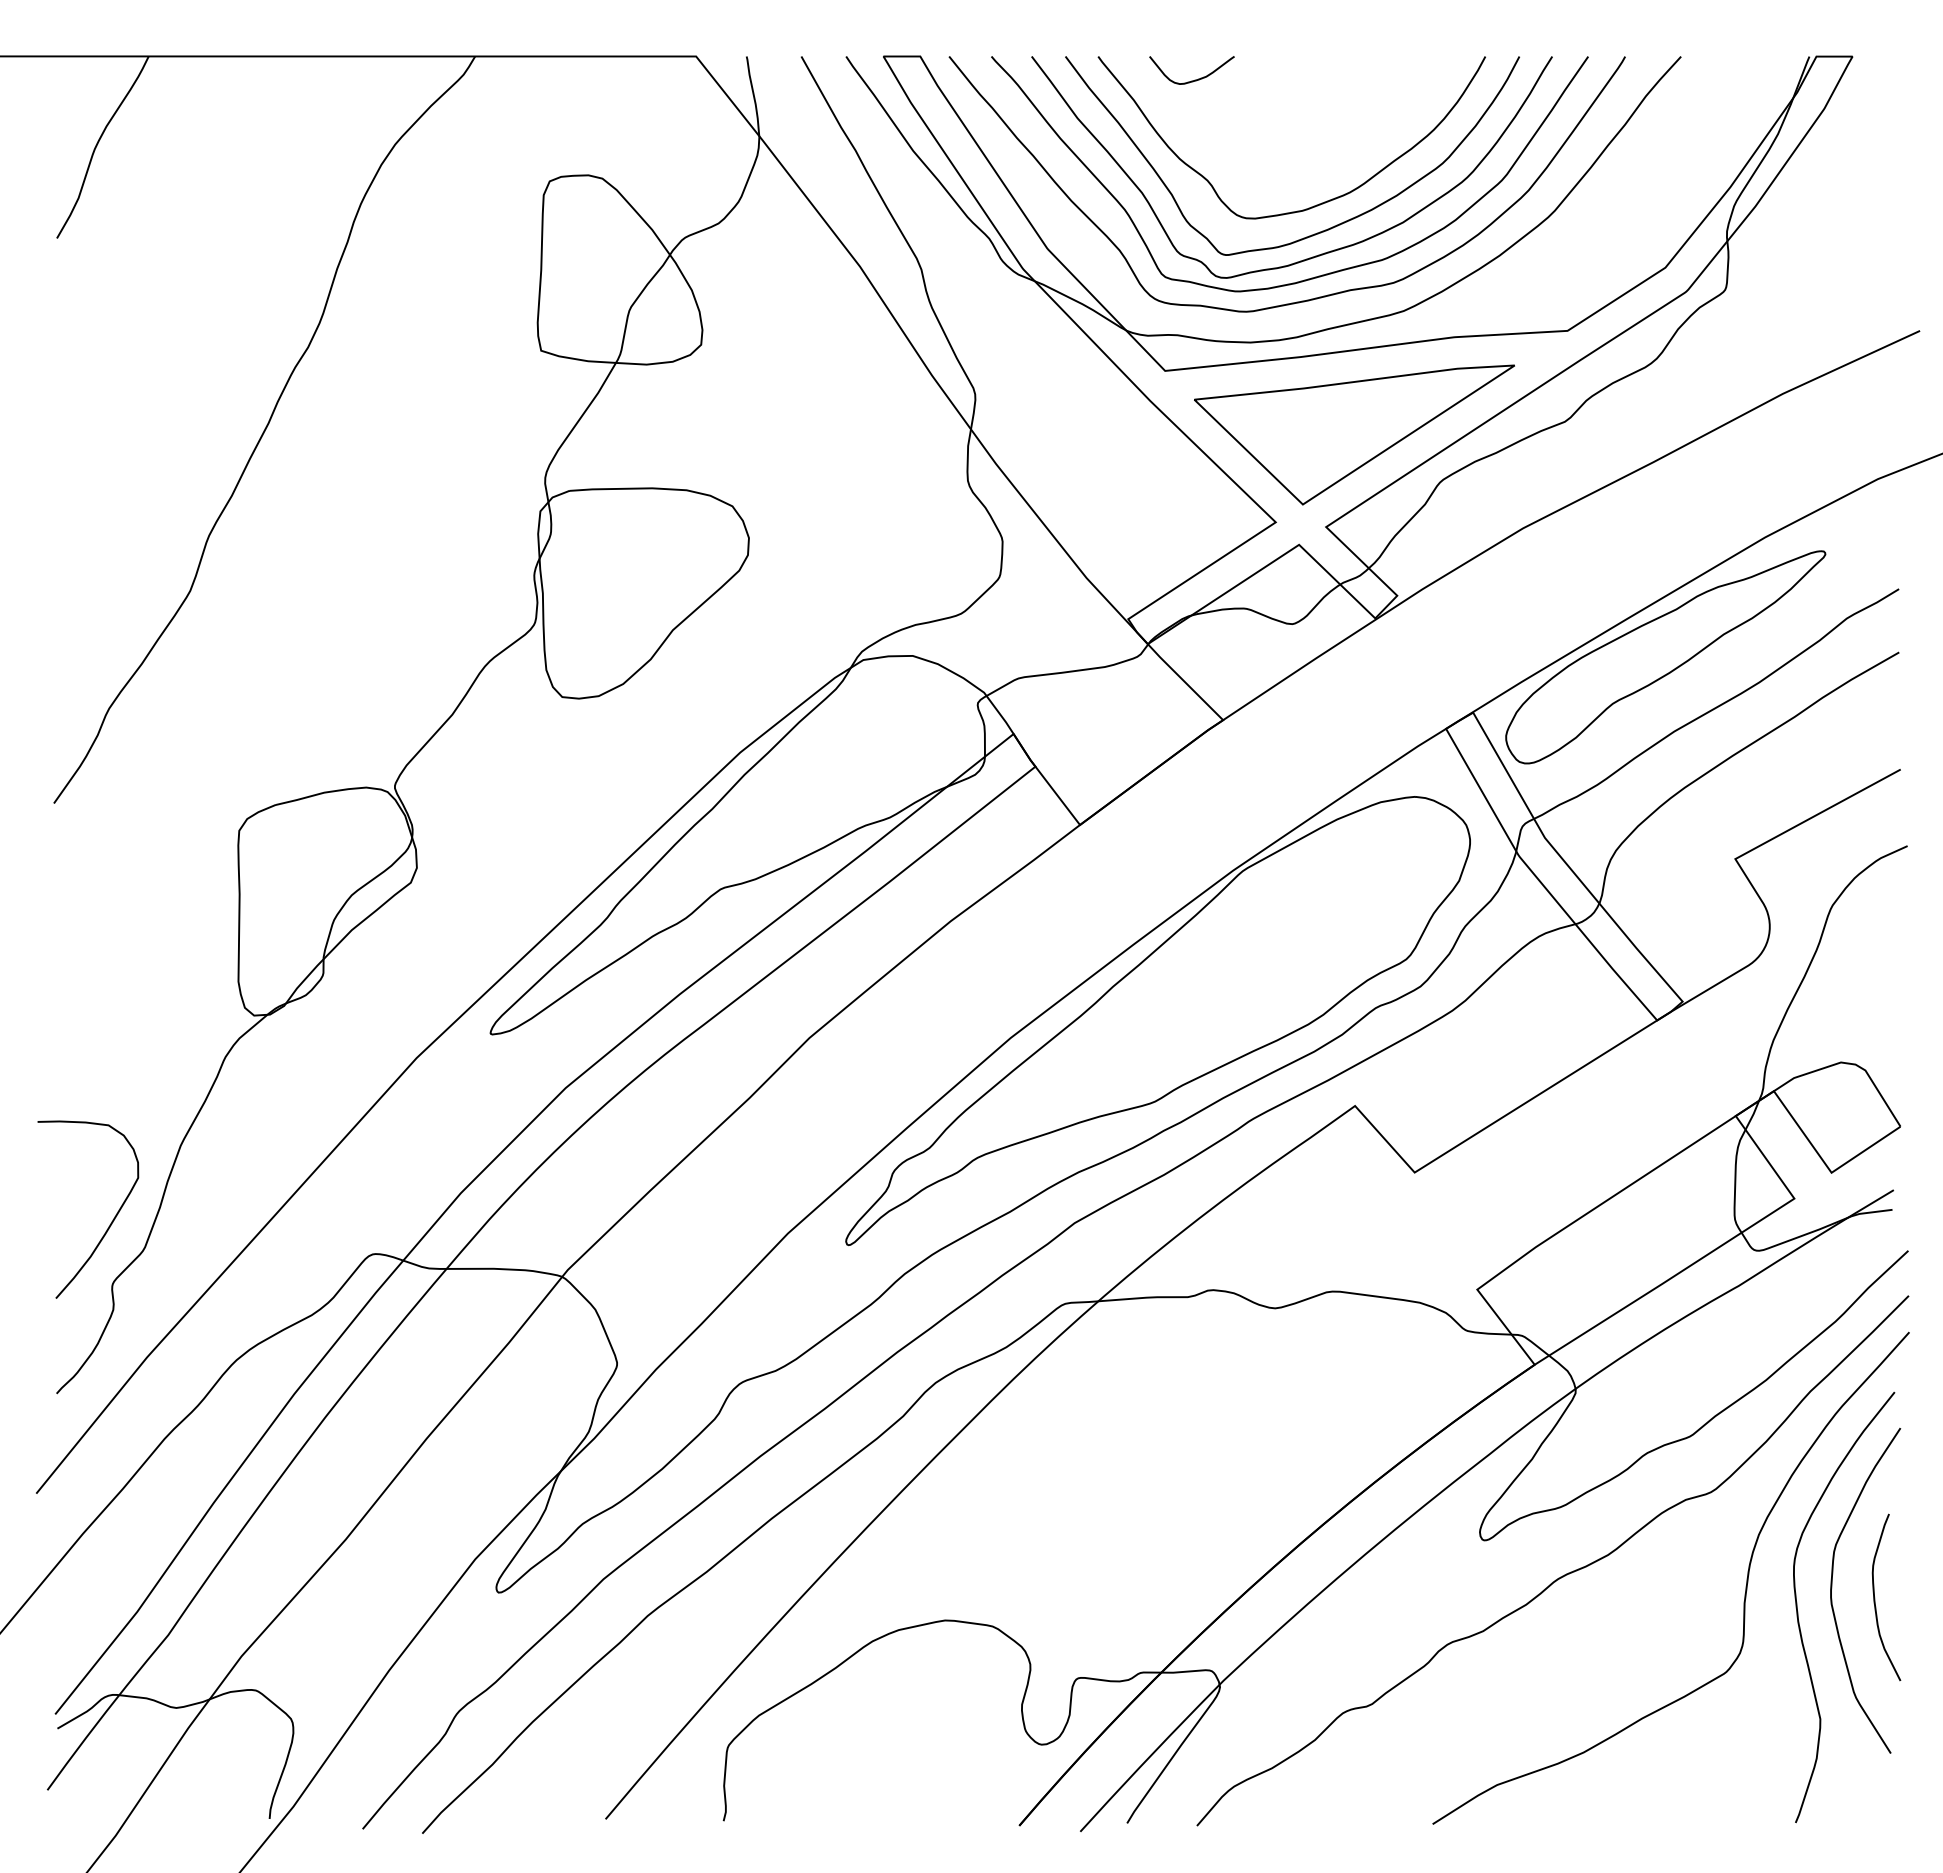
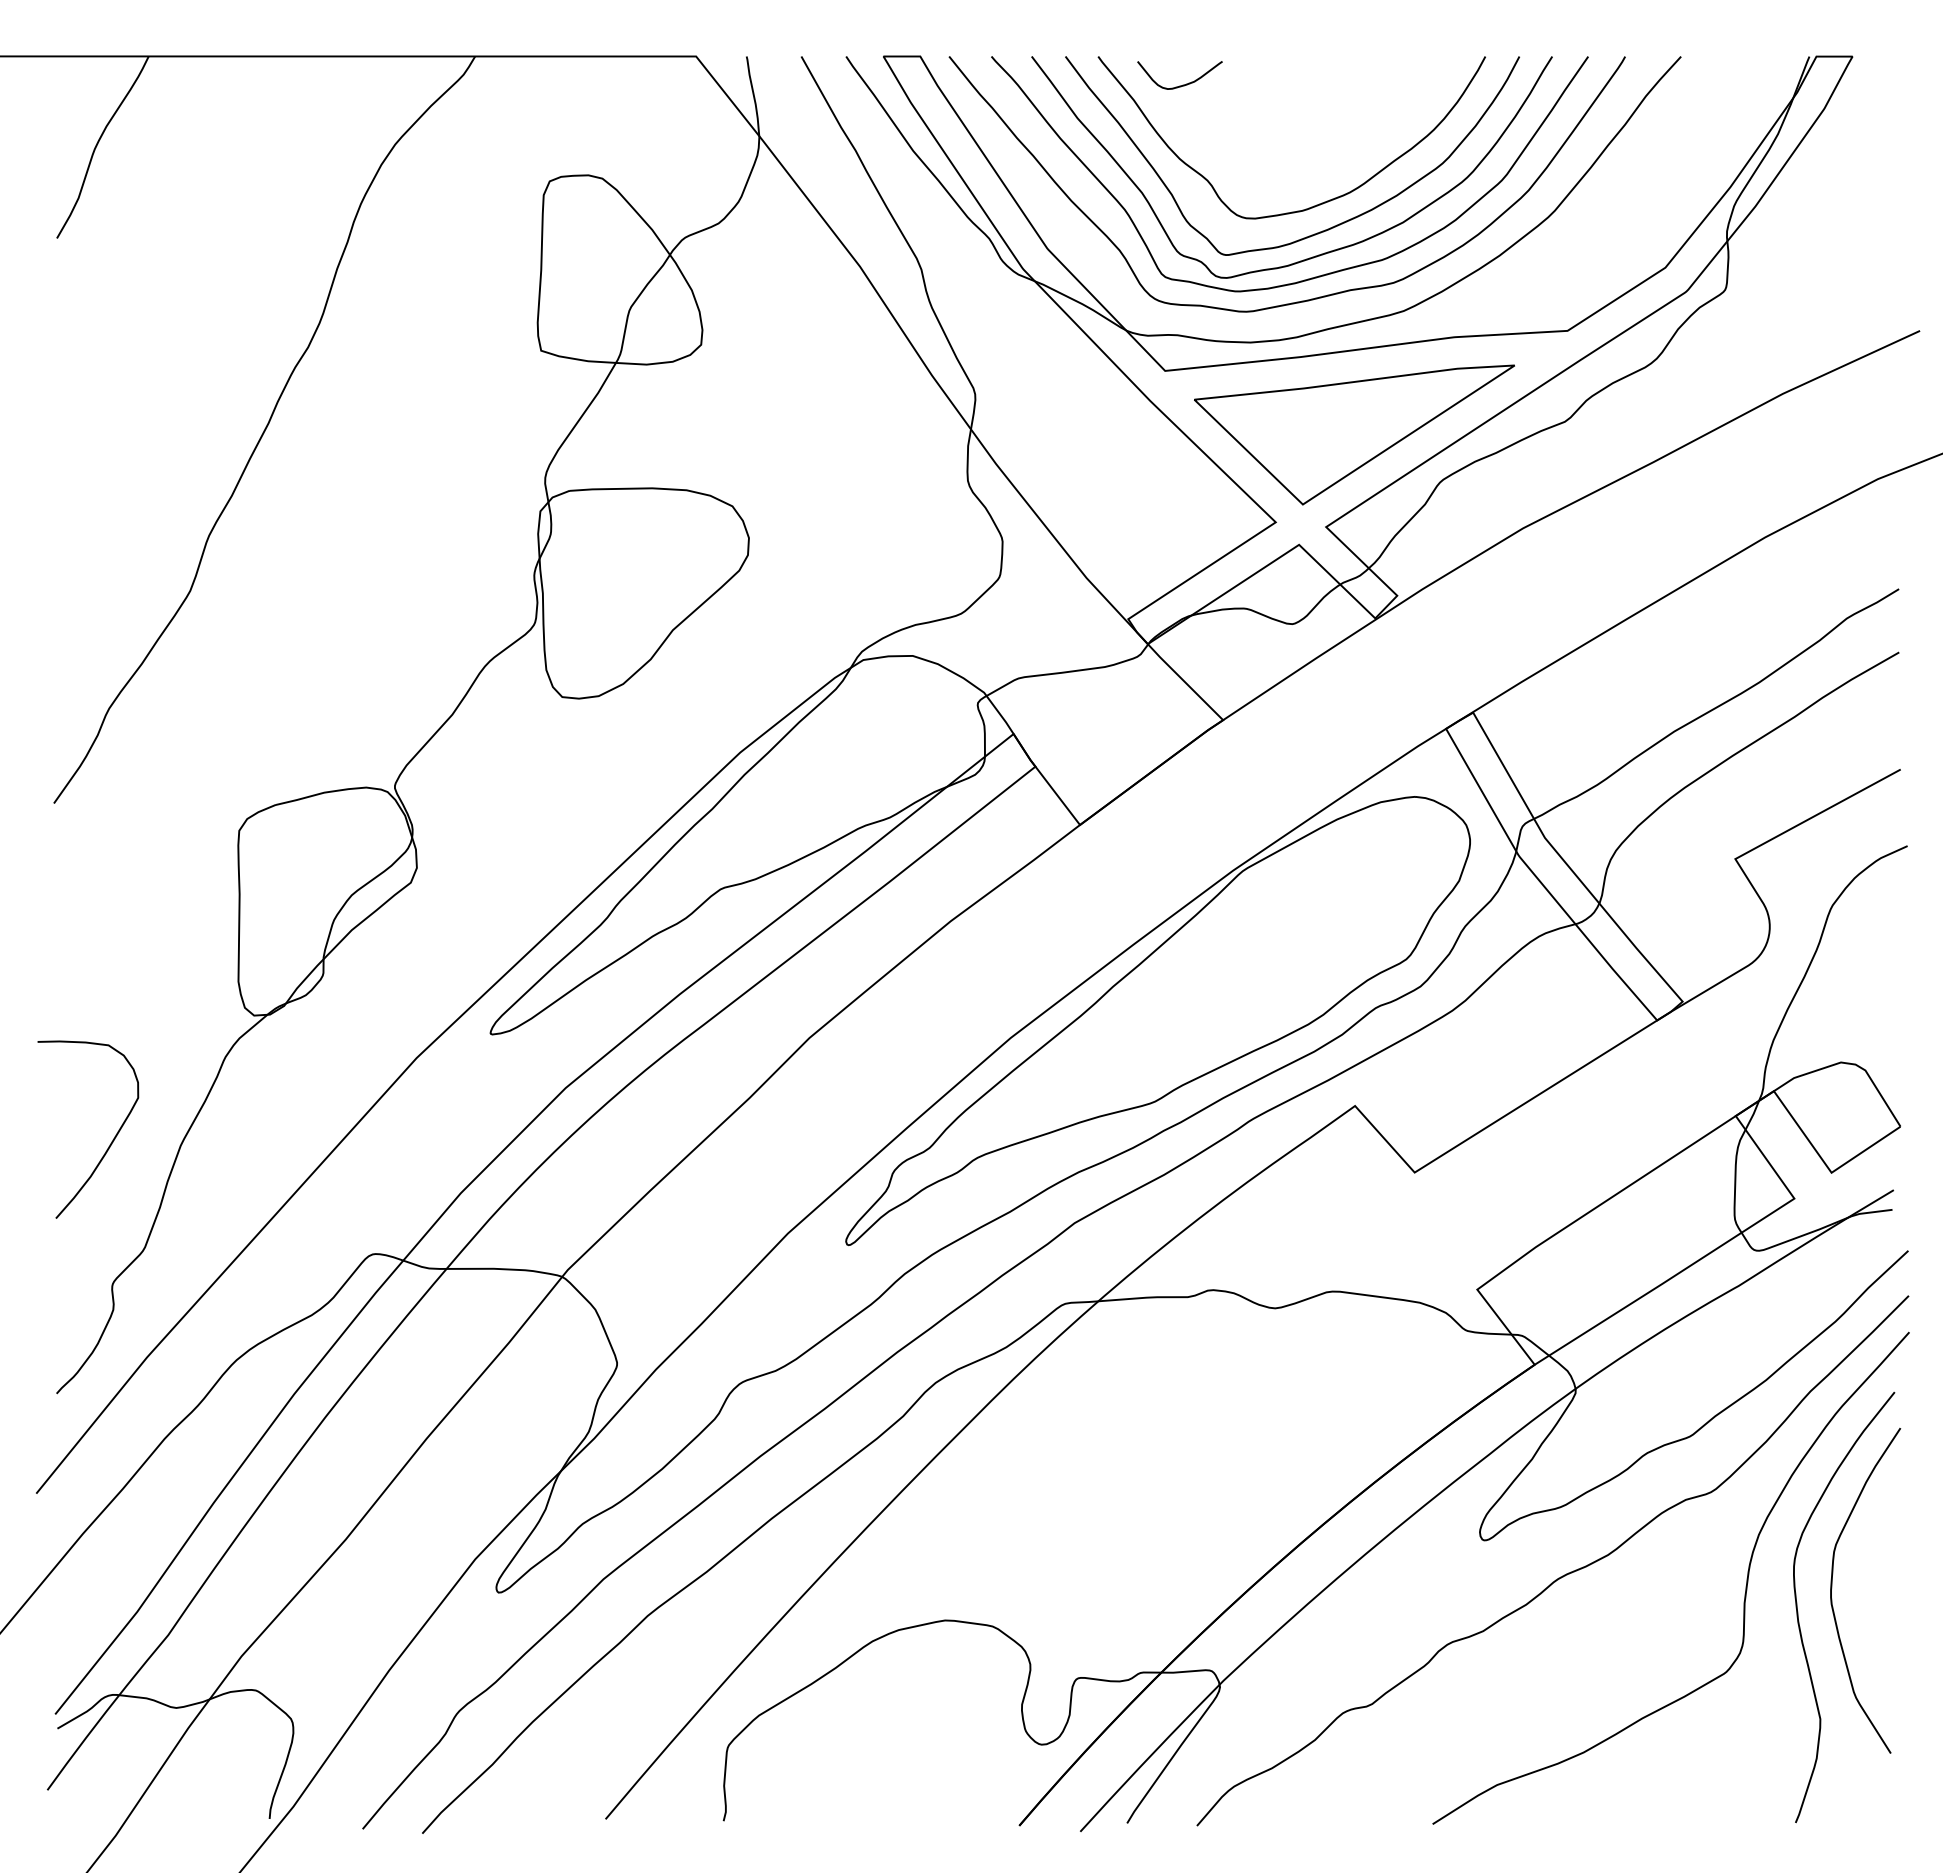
curve at (1194, 79) position: (1194, 79) -> (1182, 84)
part at (1665, 657): present -> none
curve at (109, 1224) position: (109, 1224) -> (109, 1144)
curve at (1875, 1597): present -> none
